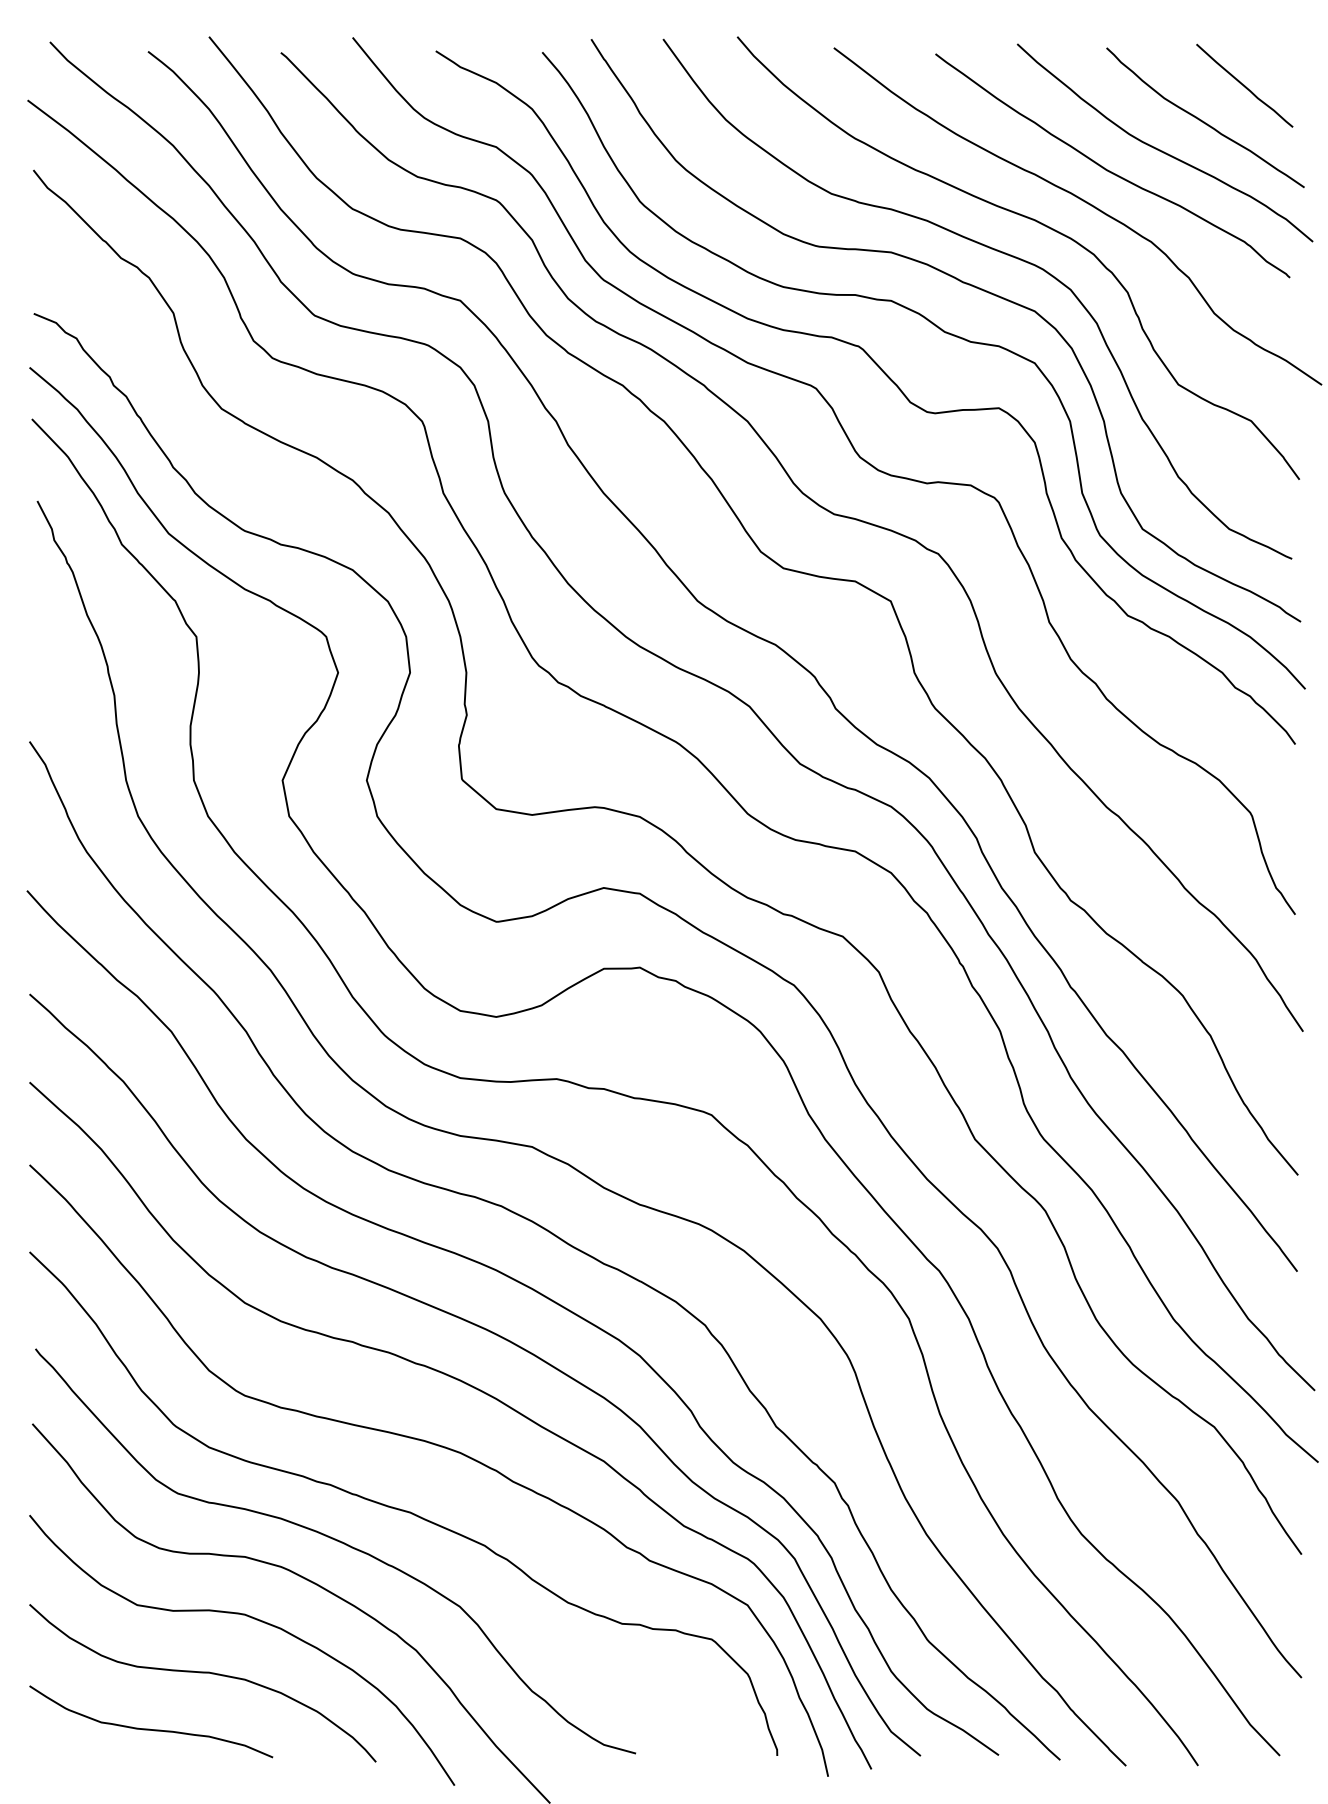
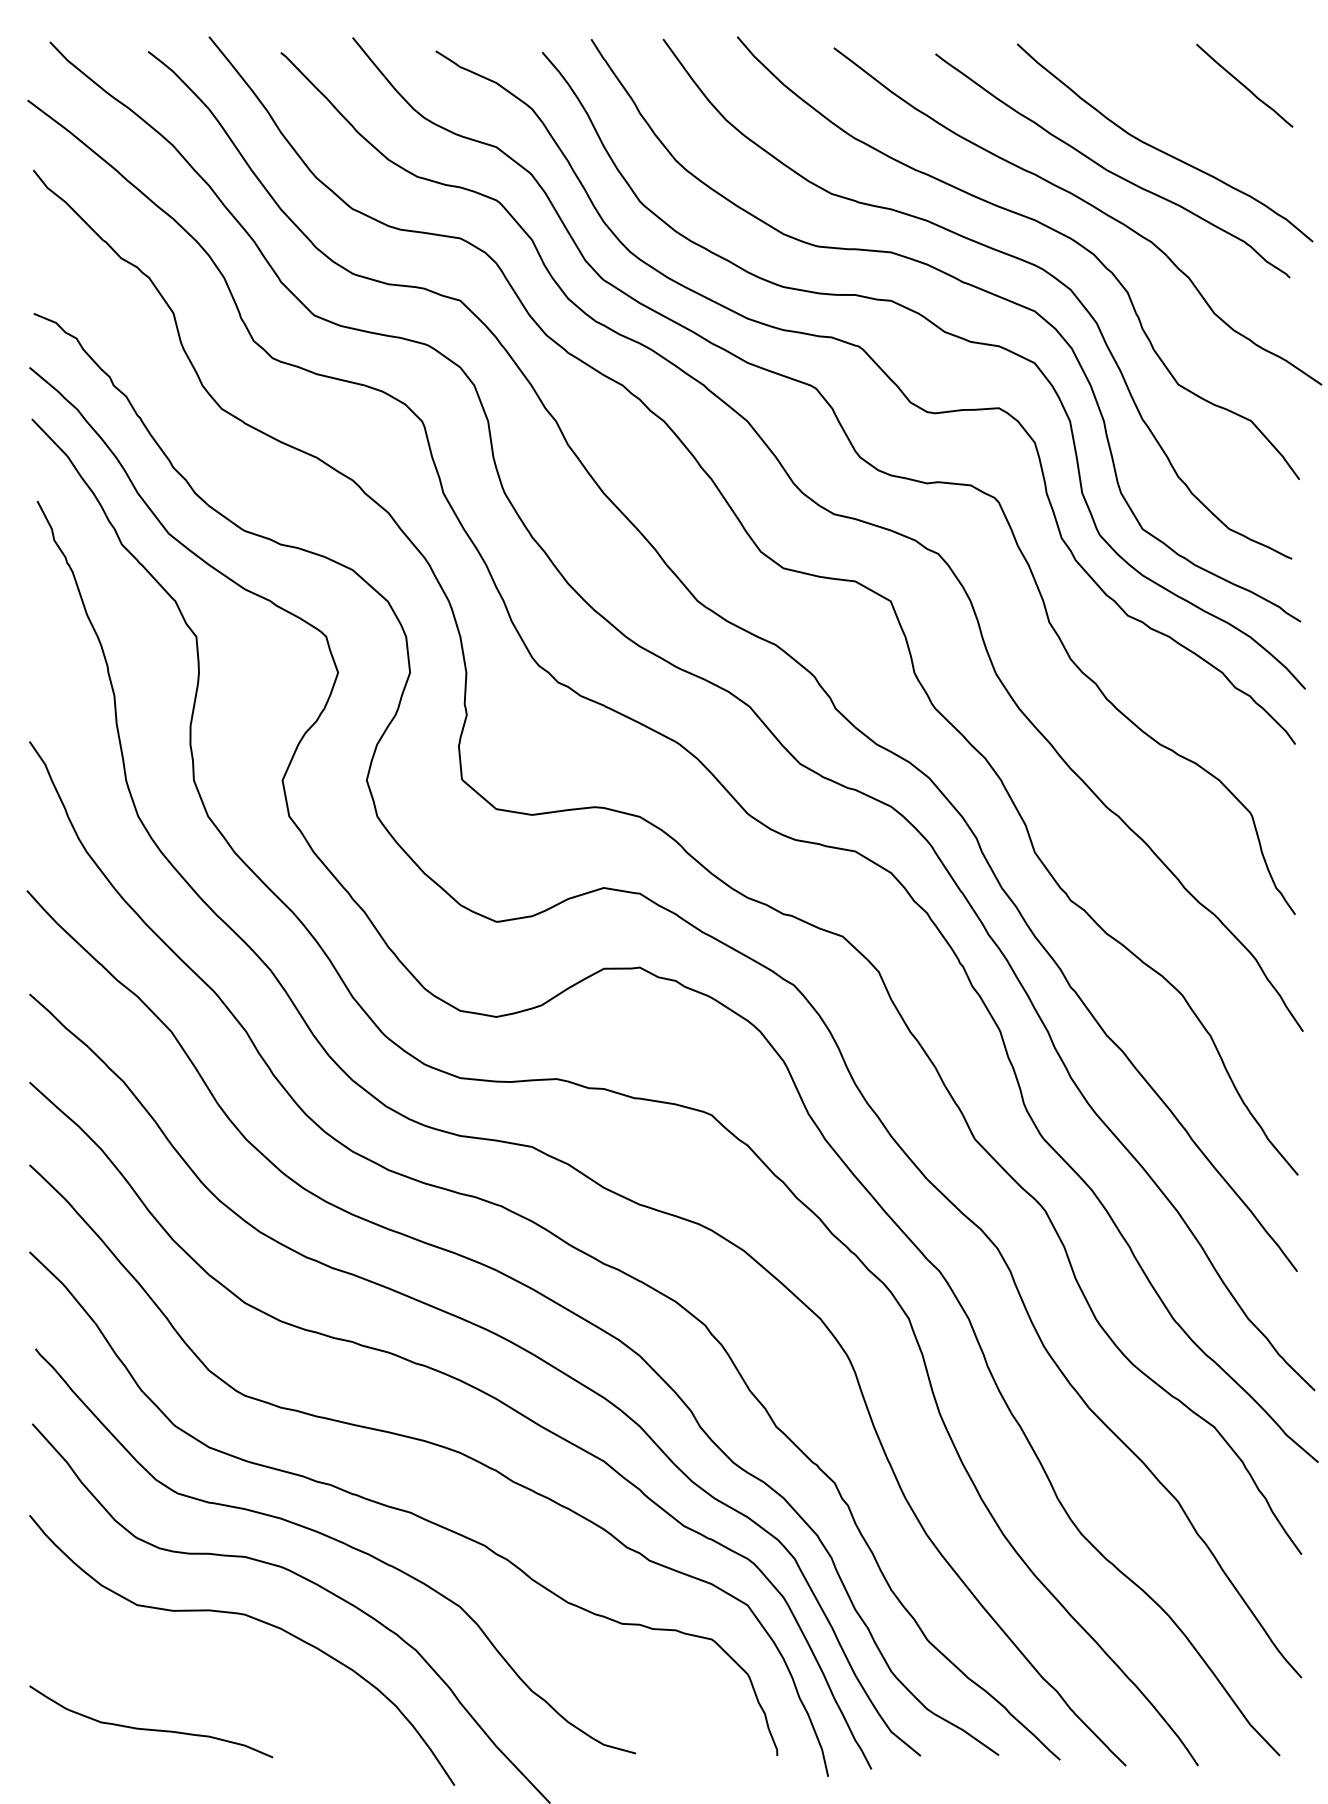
curve at (1204, 121): present -> none
curve at (202, 1673): present -> none
